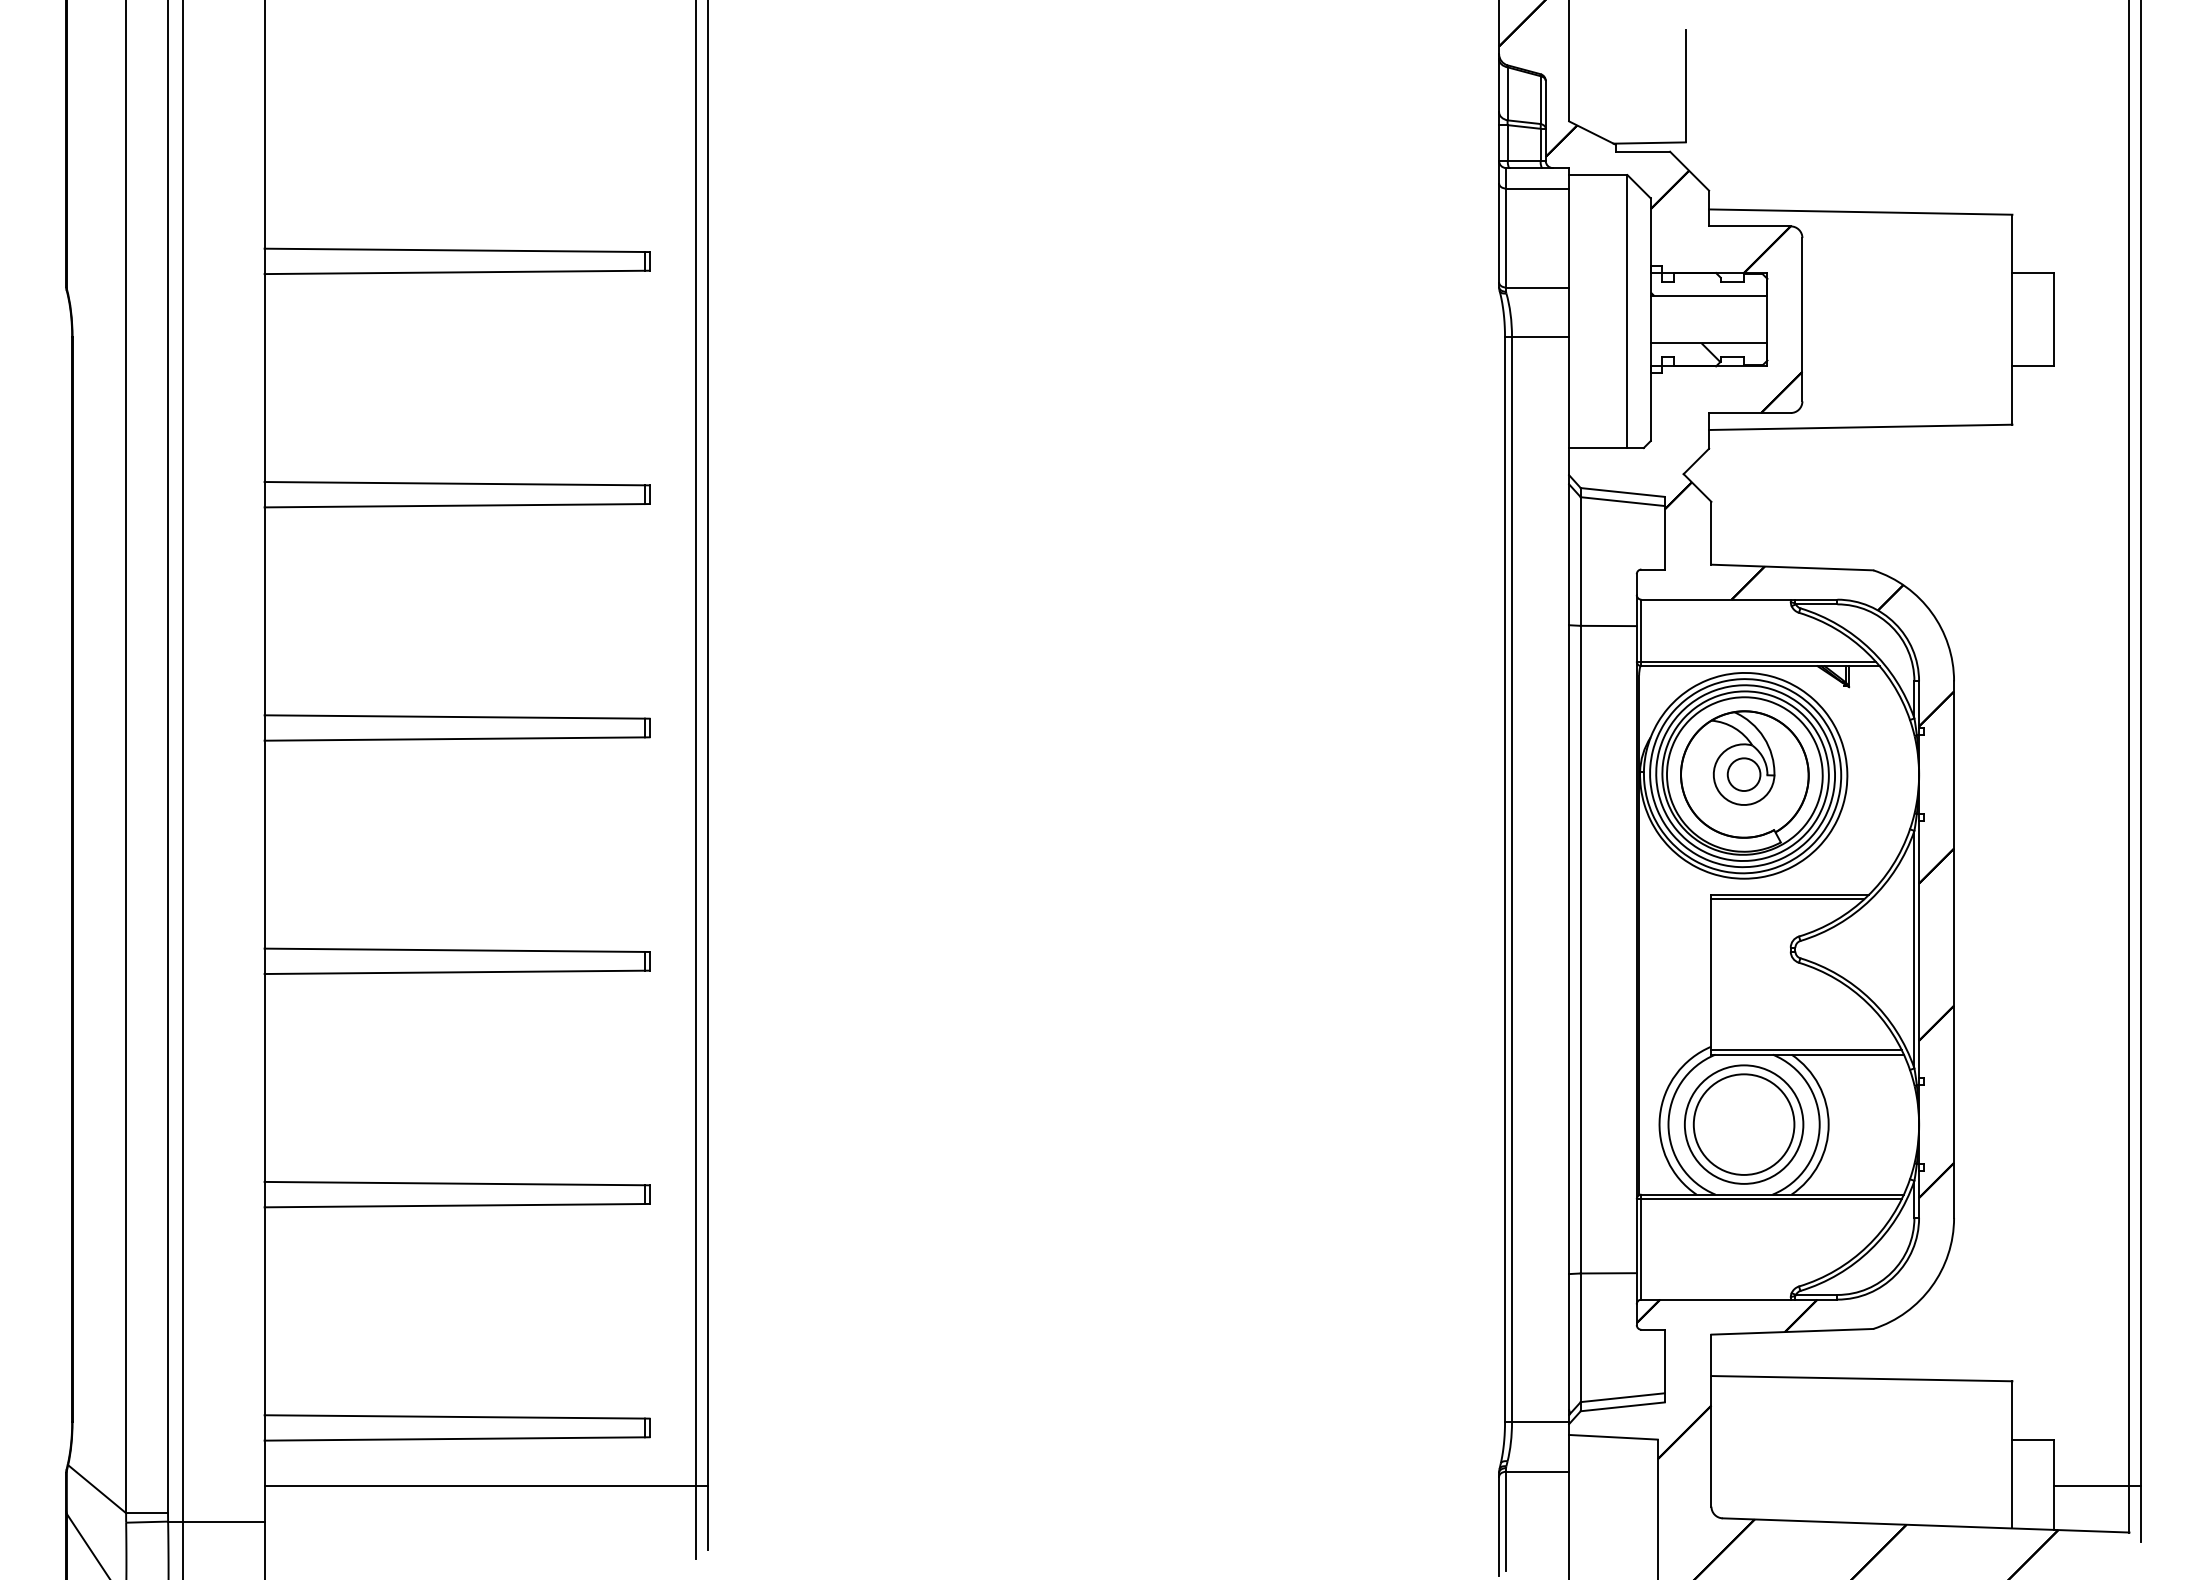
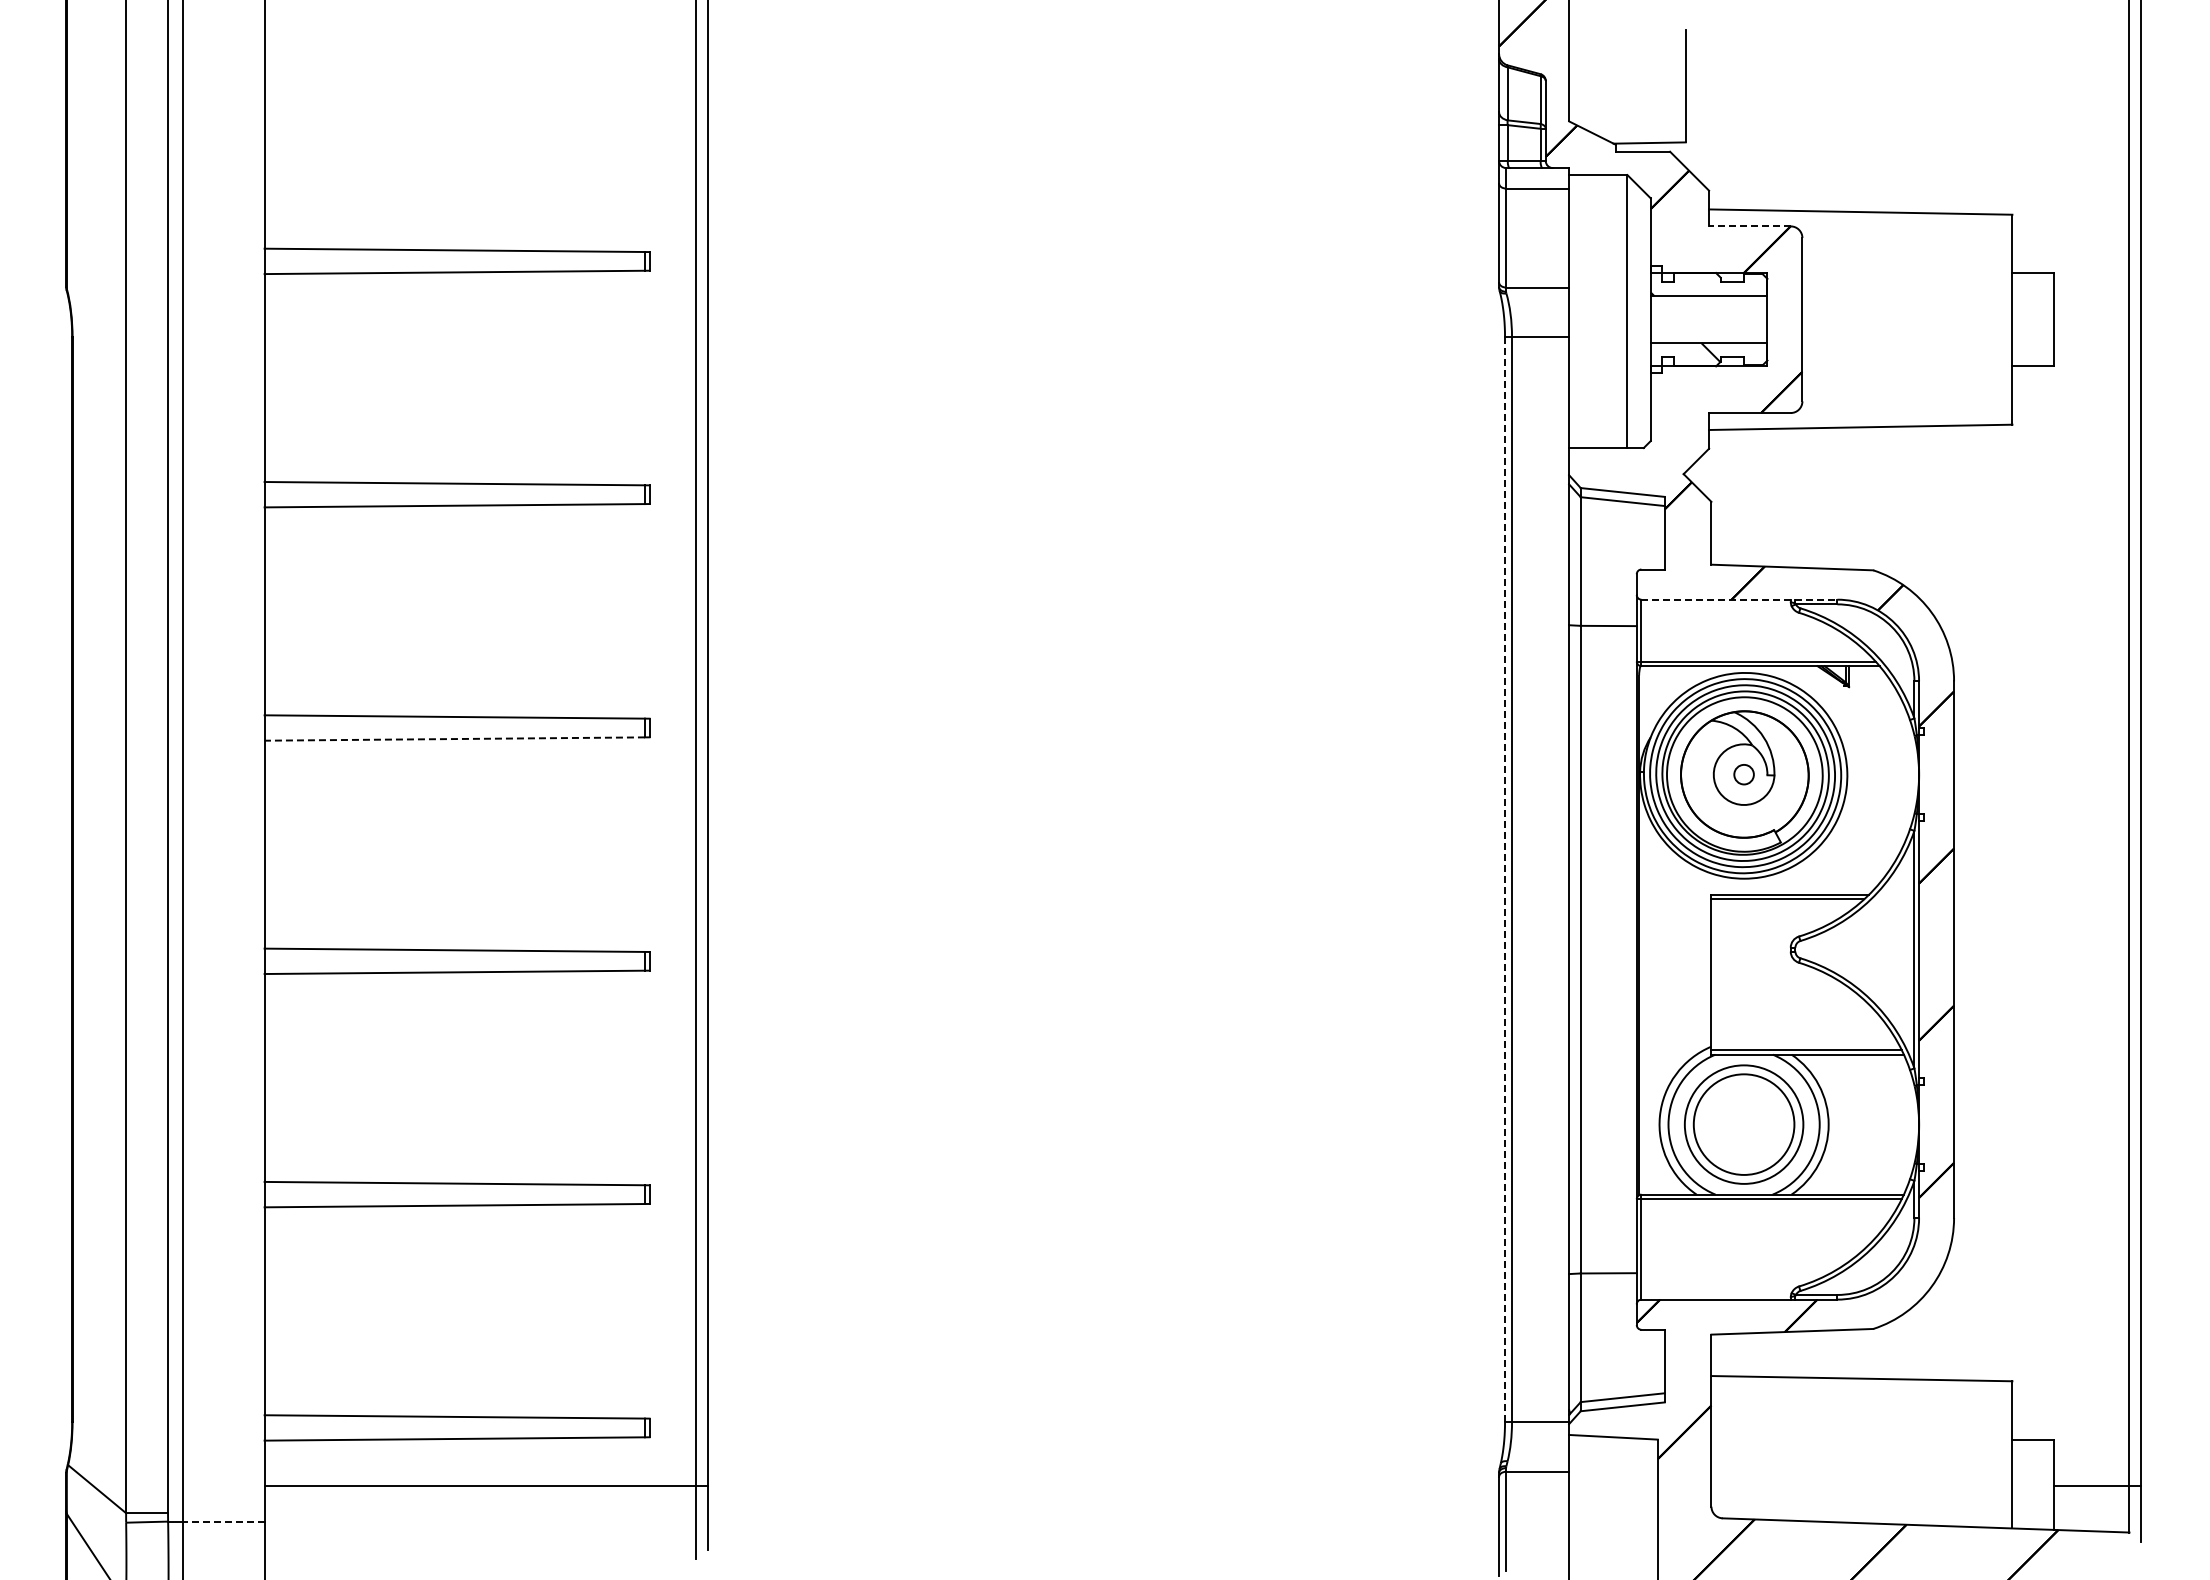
line at (1749, 226): solid -> dashed
line at (1739, 599): solid -> dashed
line at (454, 739): solid -> dashed
circle at (1743, 774) diameter: 33 px -> 20 px
line at (1505, 879): solid -> dashed
line at (223, 1521): solid -> dashed
